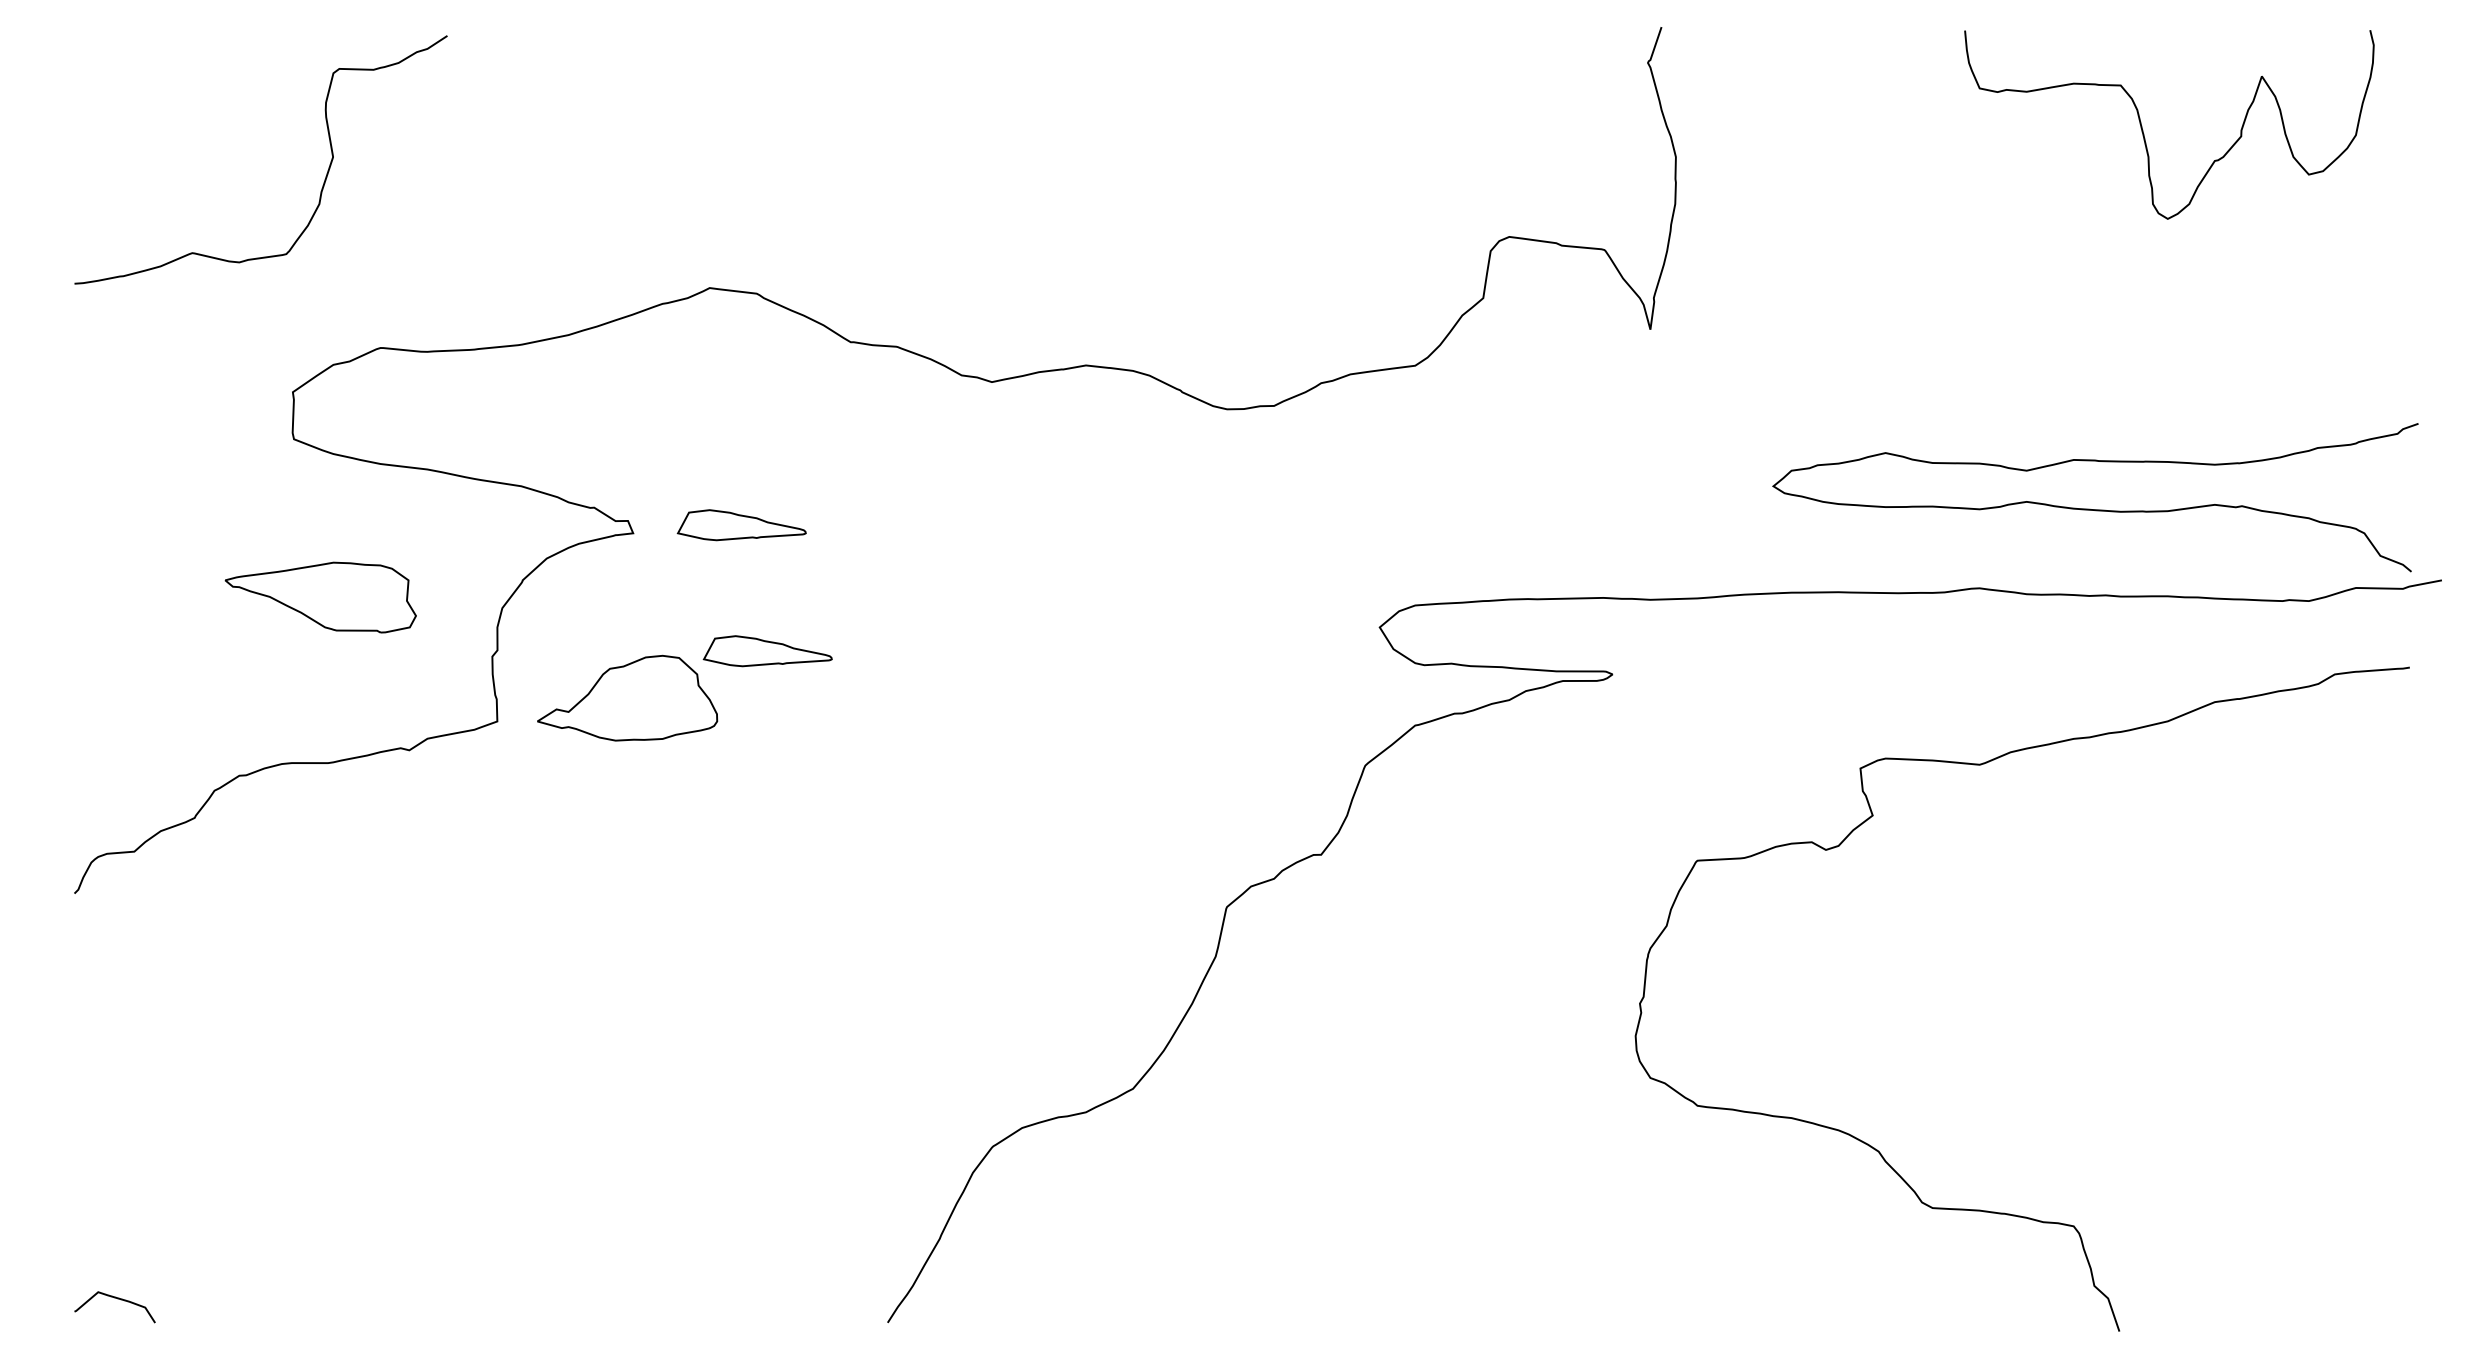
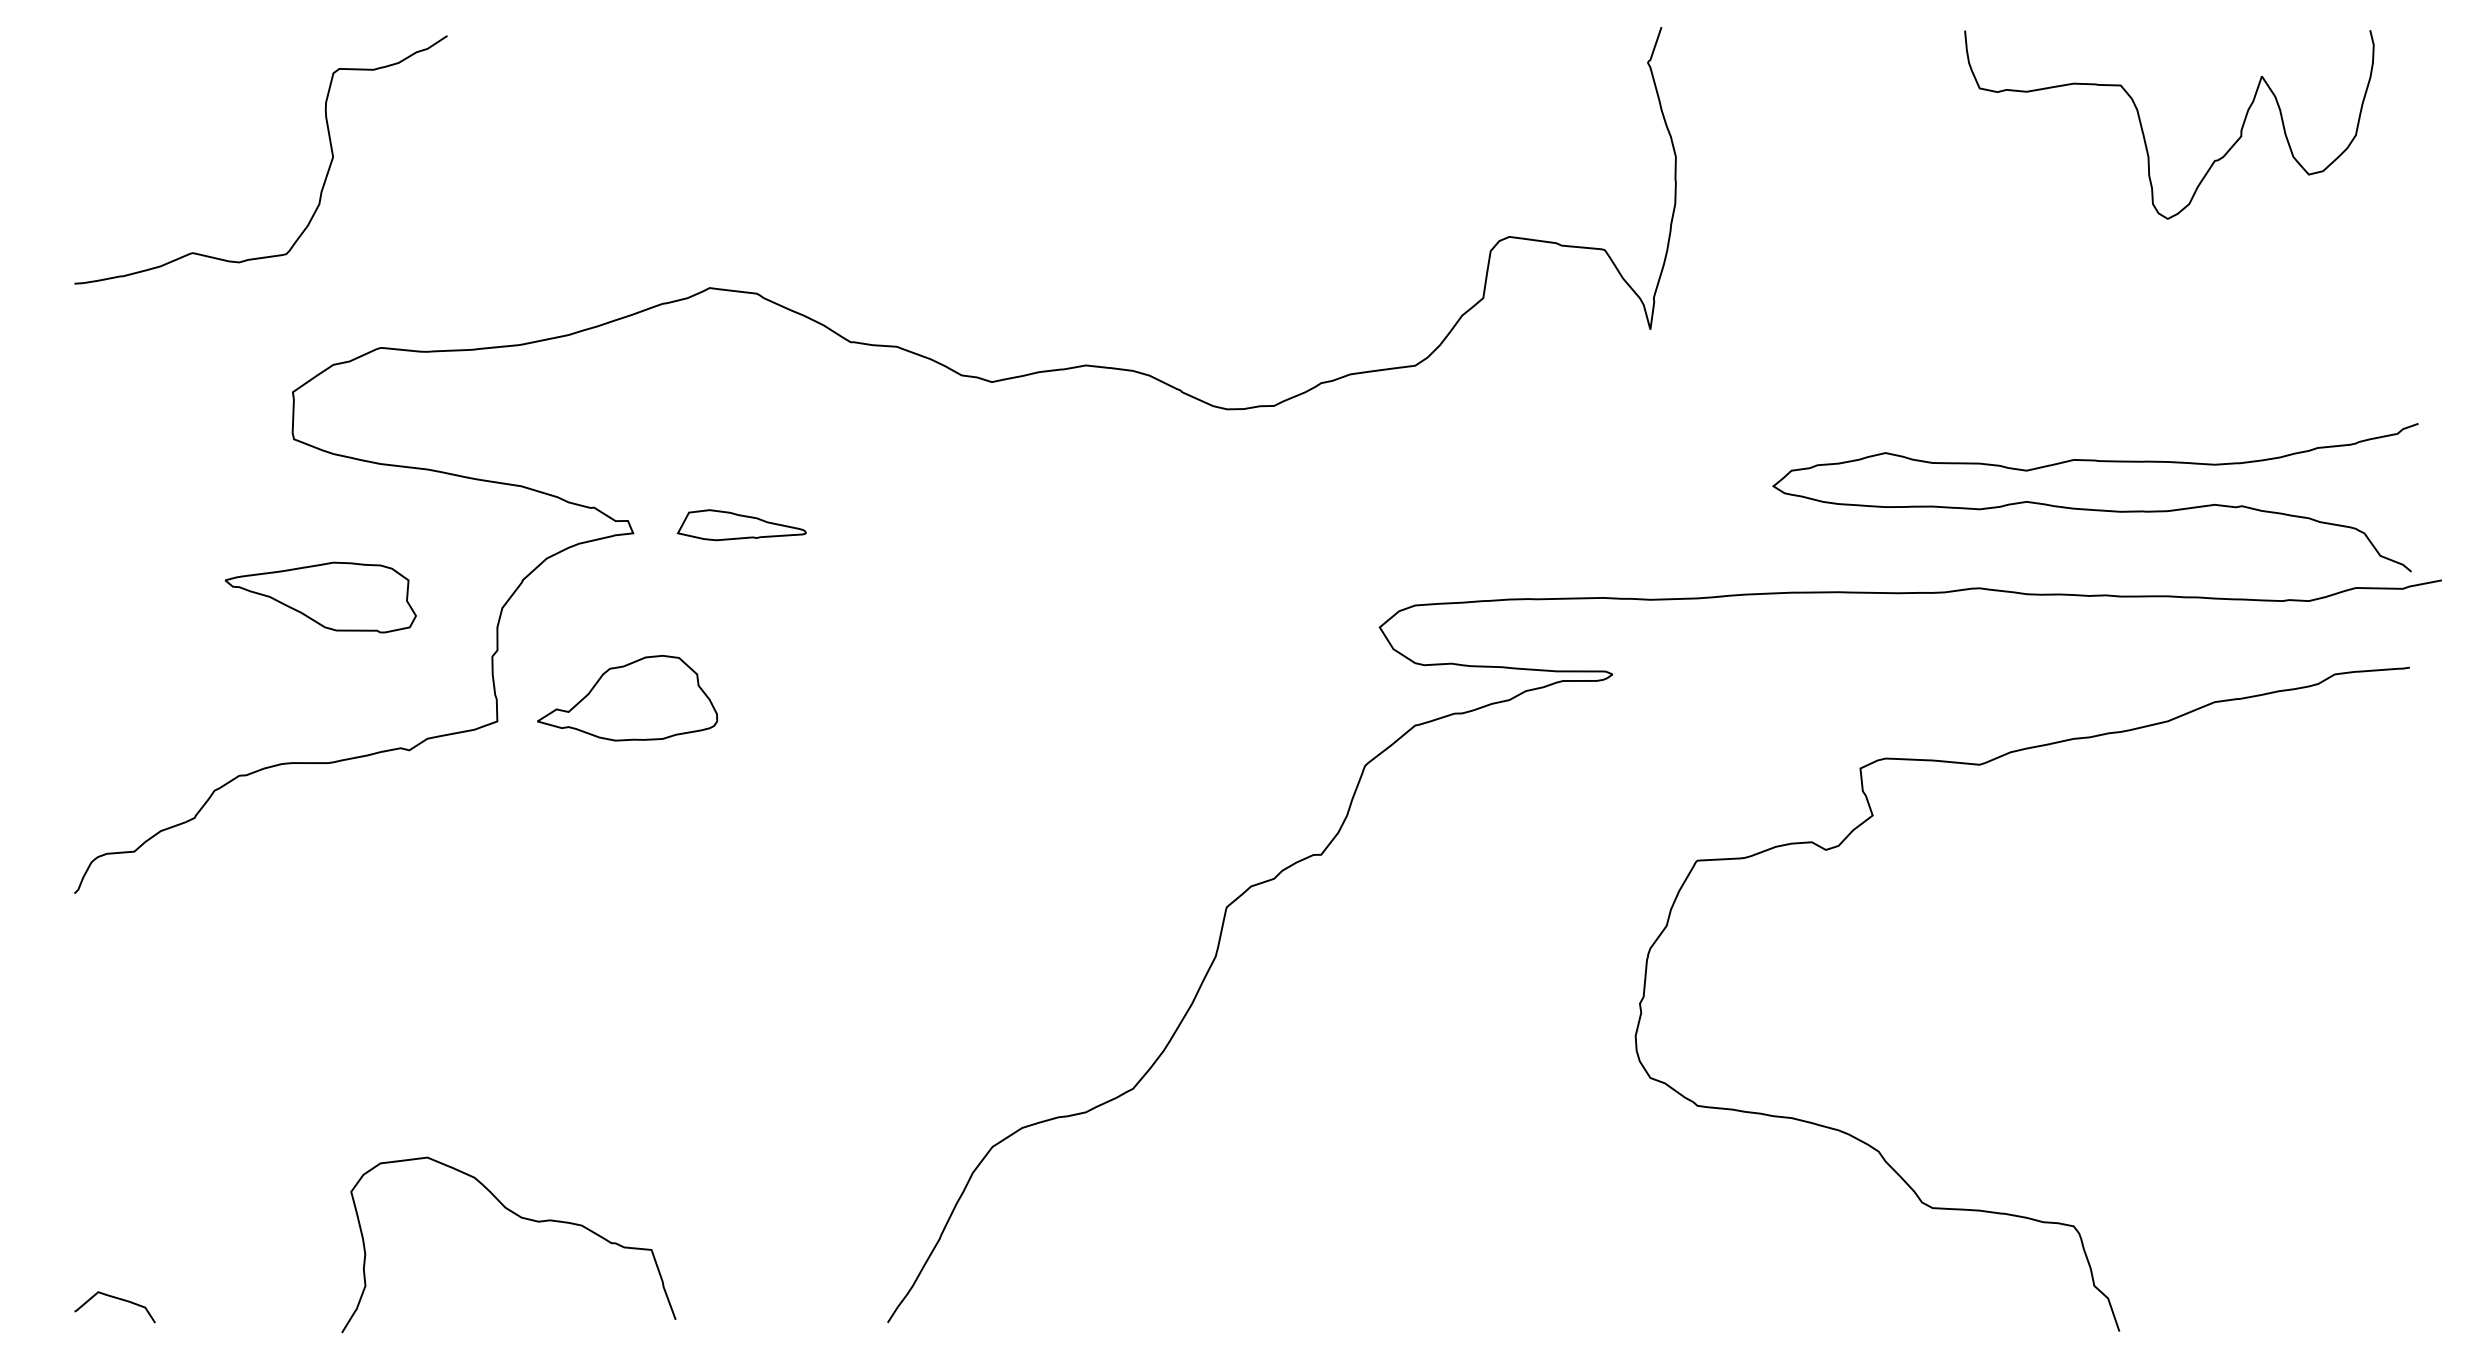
part at (767, 651): present -> none
curve at (520, 1218): none -> present
